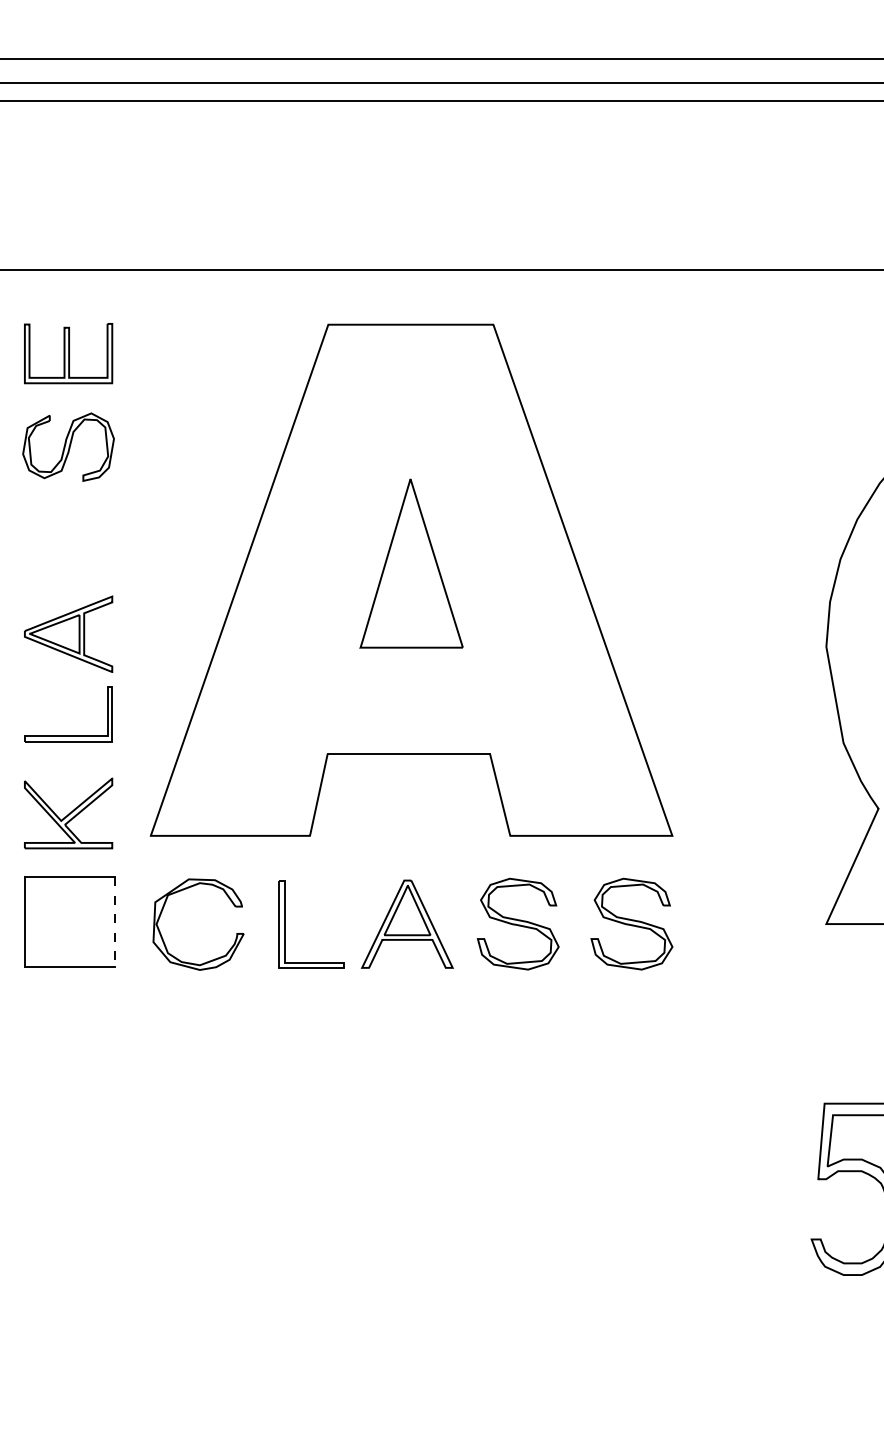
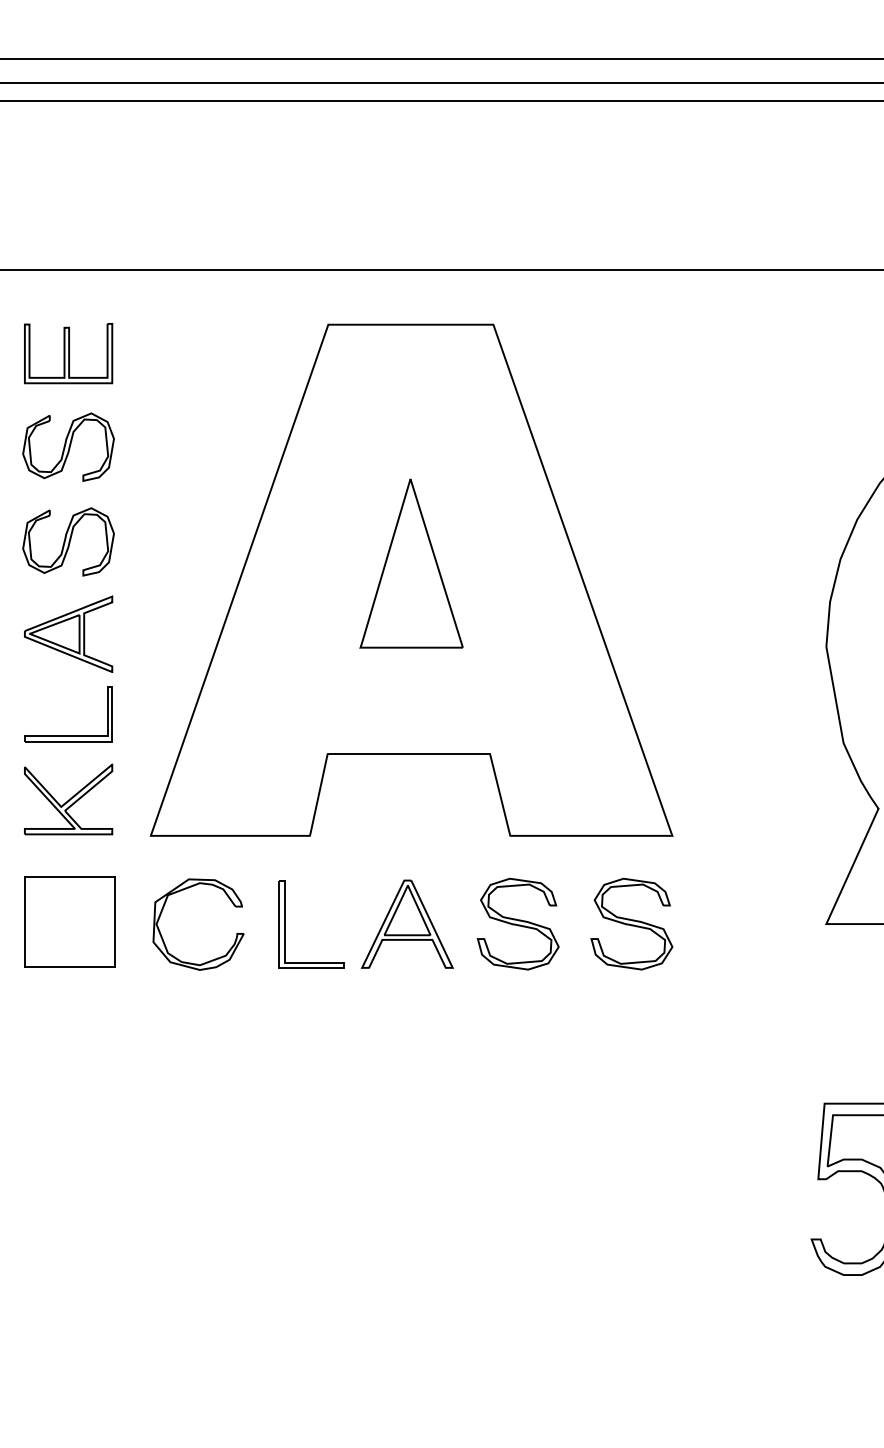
part at (68, 541): none -> present
part at (68, 813) position: (68, 813) -> (68, 799)
line at (114, 922): dashed -> solid
